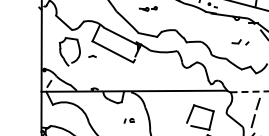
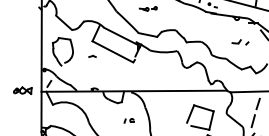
part at (62, 54) position: (62, 54) -> (55, 54)
part at (22, 90): none -> present
line at (249, 91): dashed -> solid
